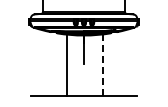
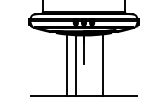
line at (103, 63): dashed -> solid
line at (75, 65): none -> present
